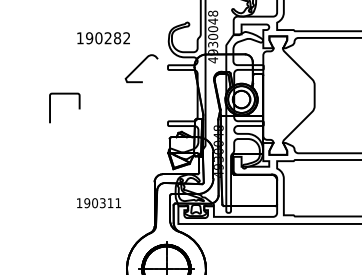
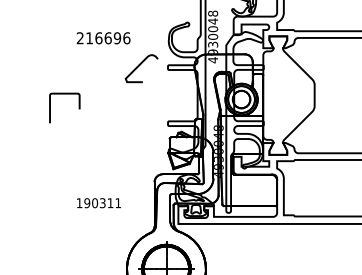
text at (103, 38): 190282 -> 216696
